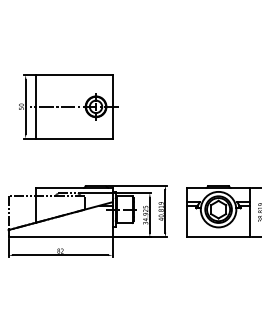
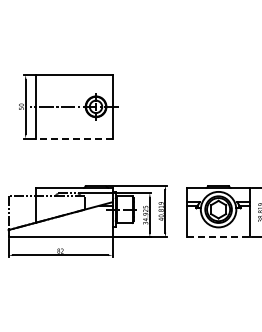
line at (74, 138): solid -> dashed
line at (218, 237): solid -> dashed
